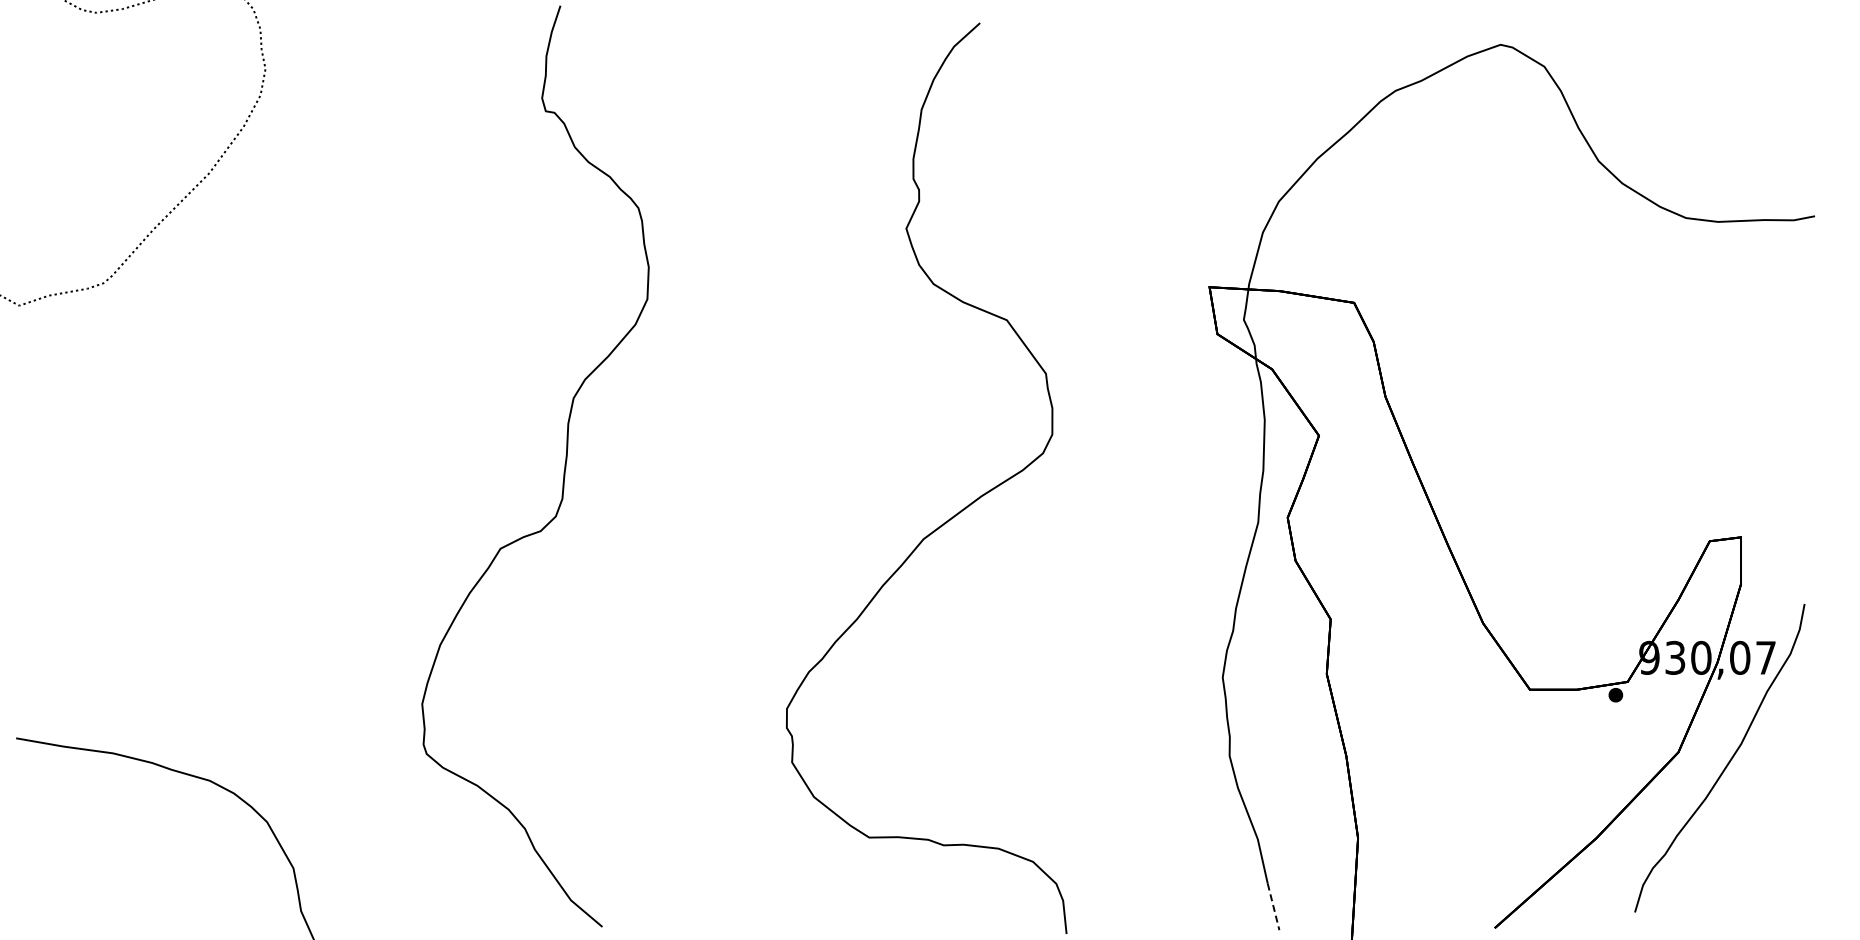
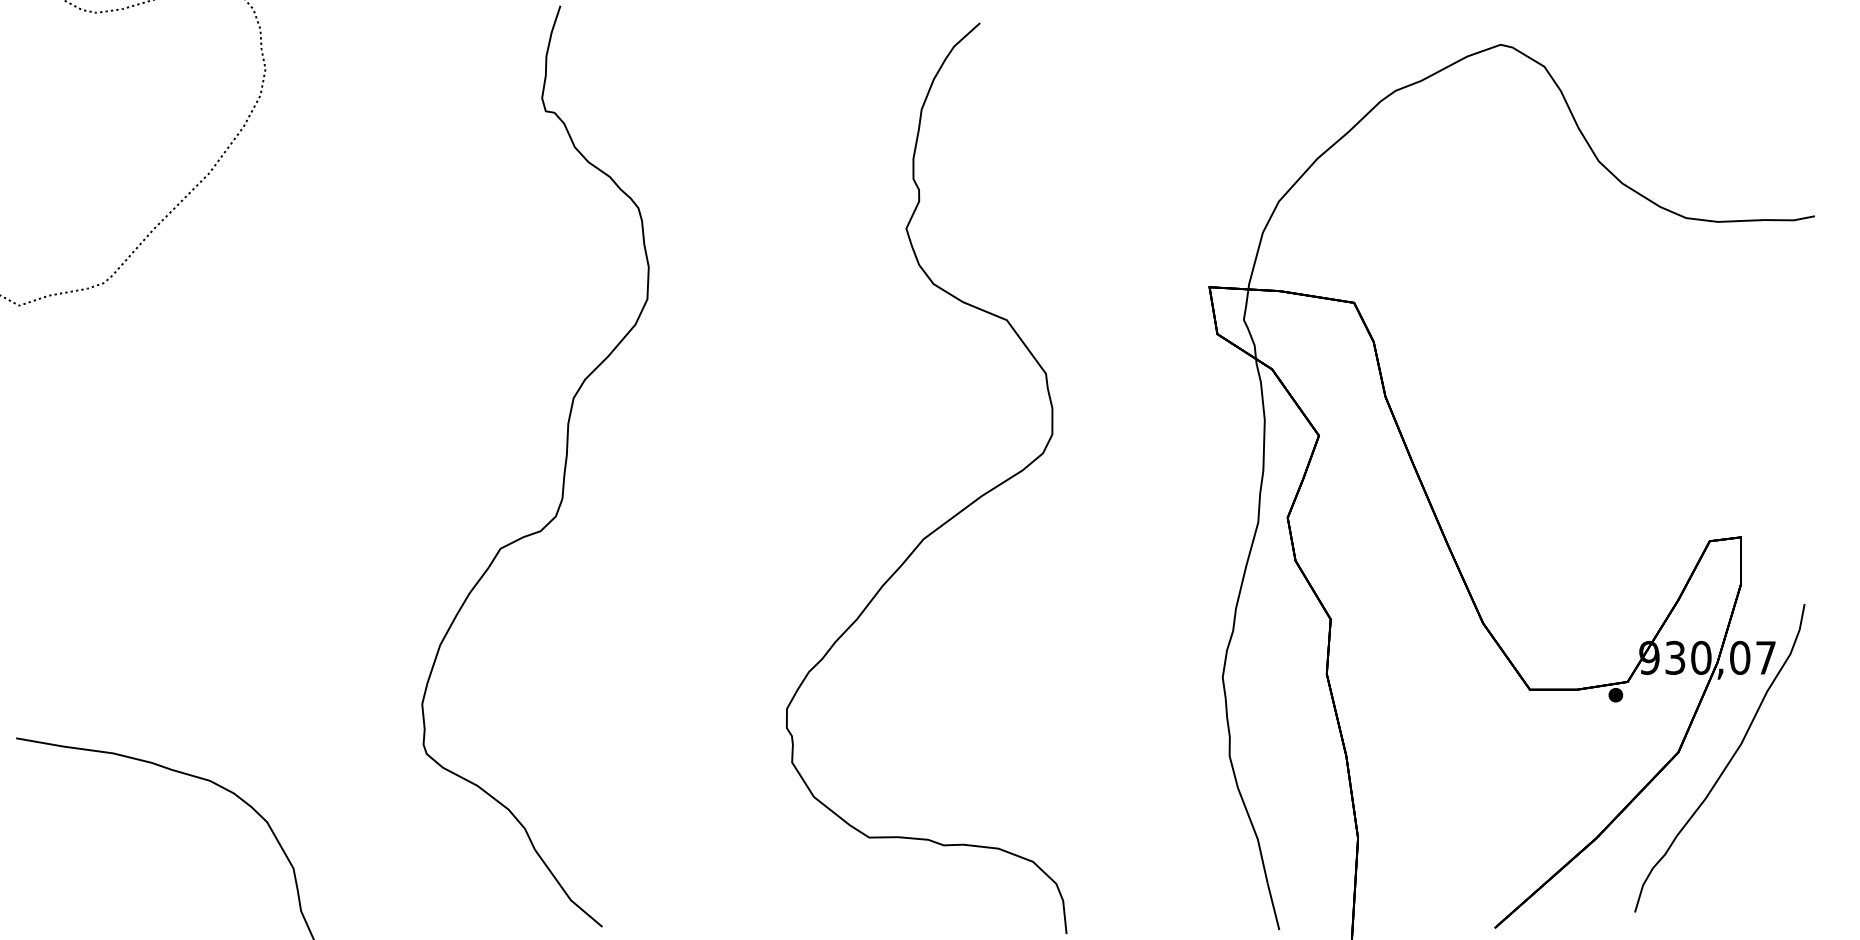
line at (1273, 906): dashed -> solid
